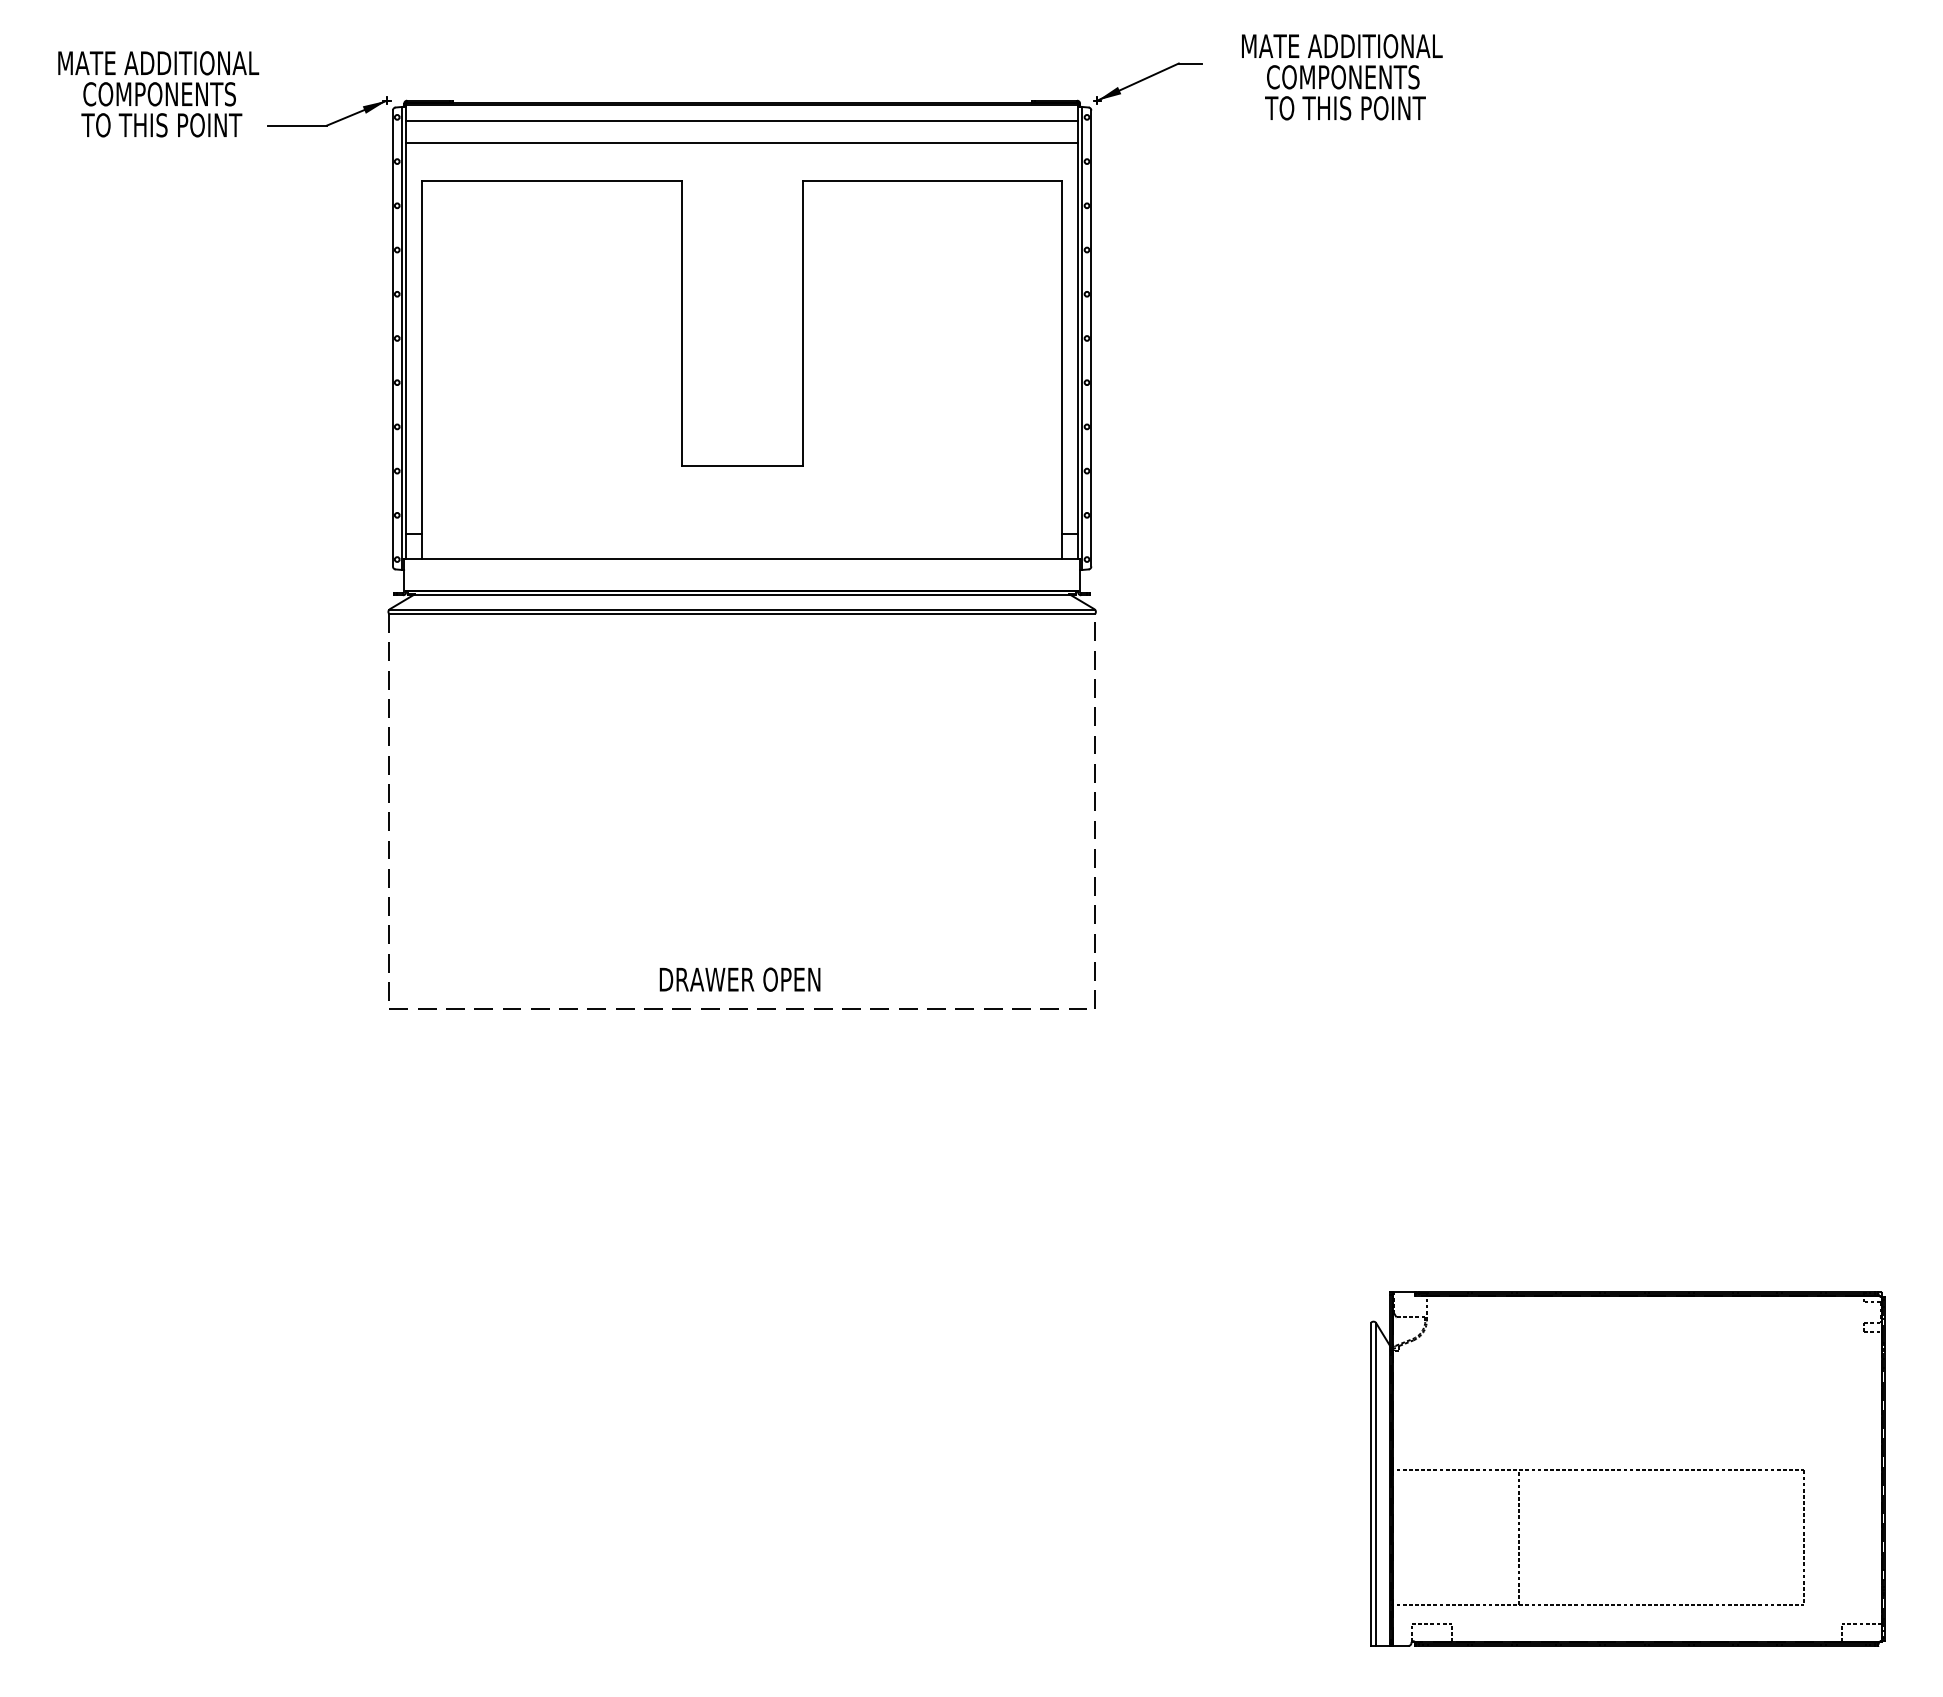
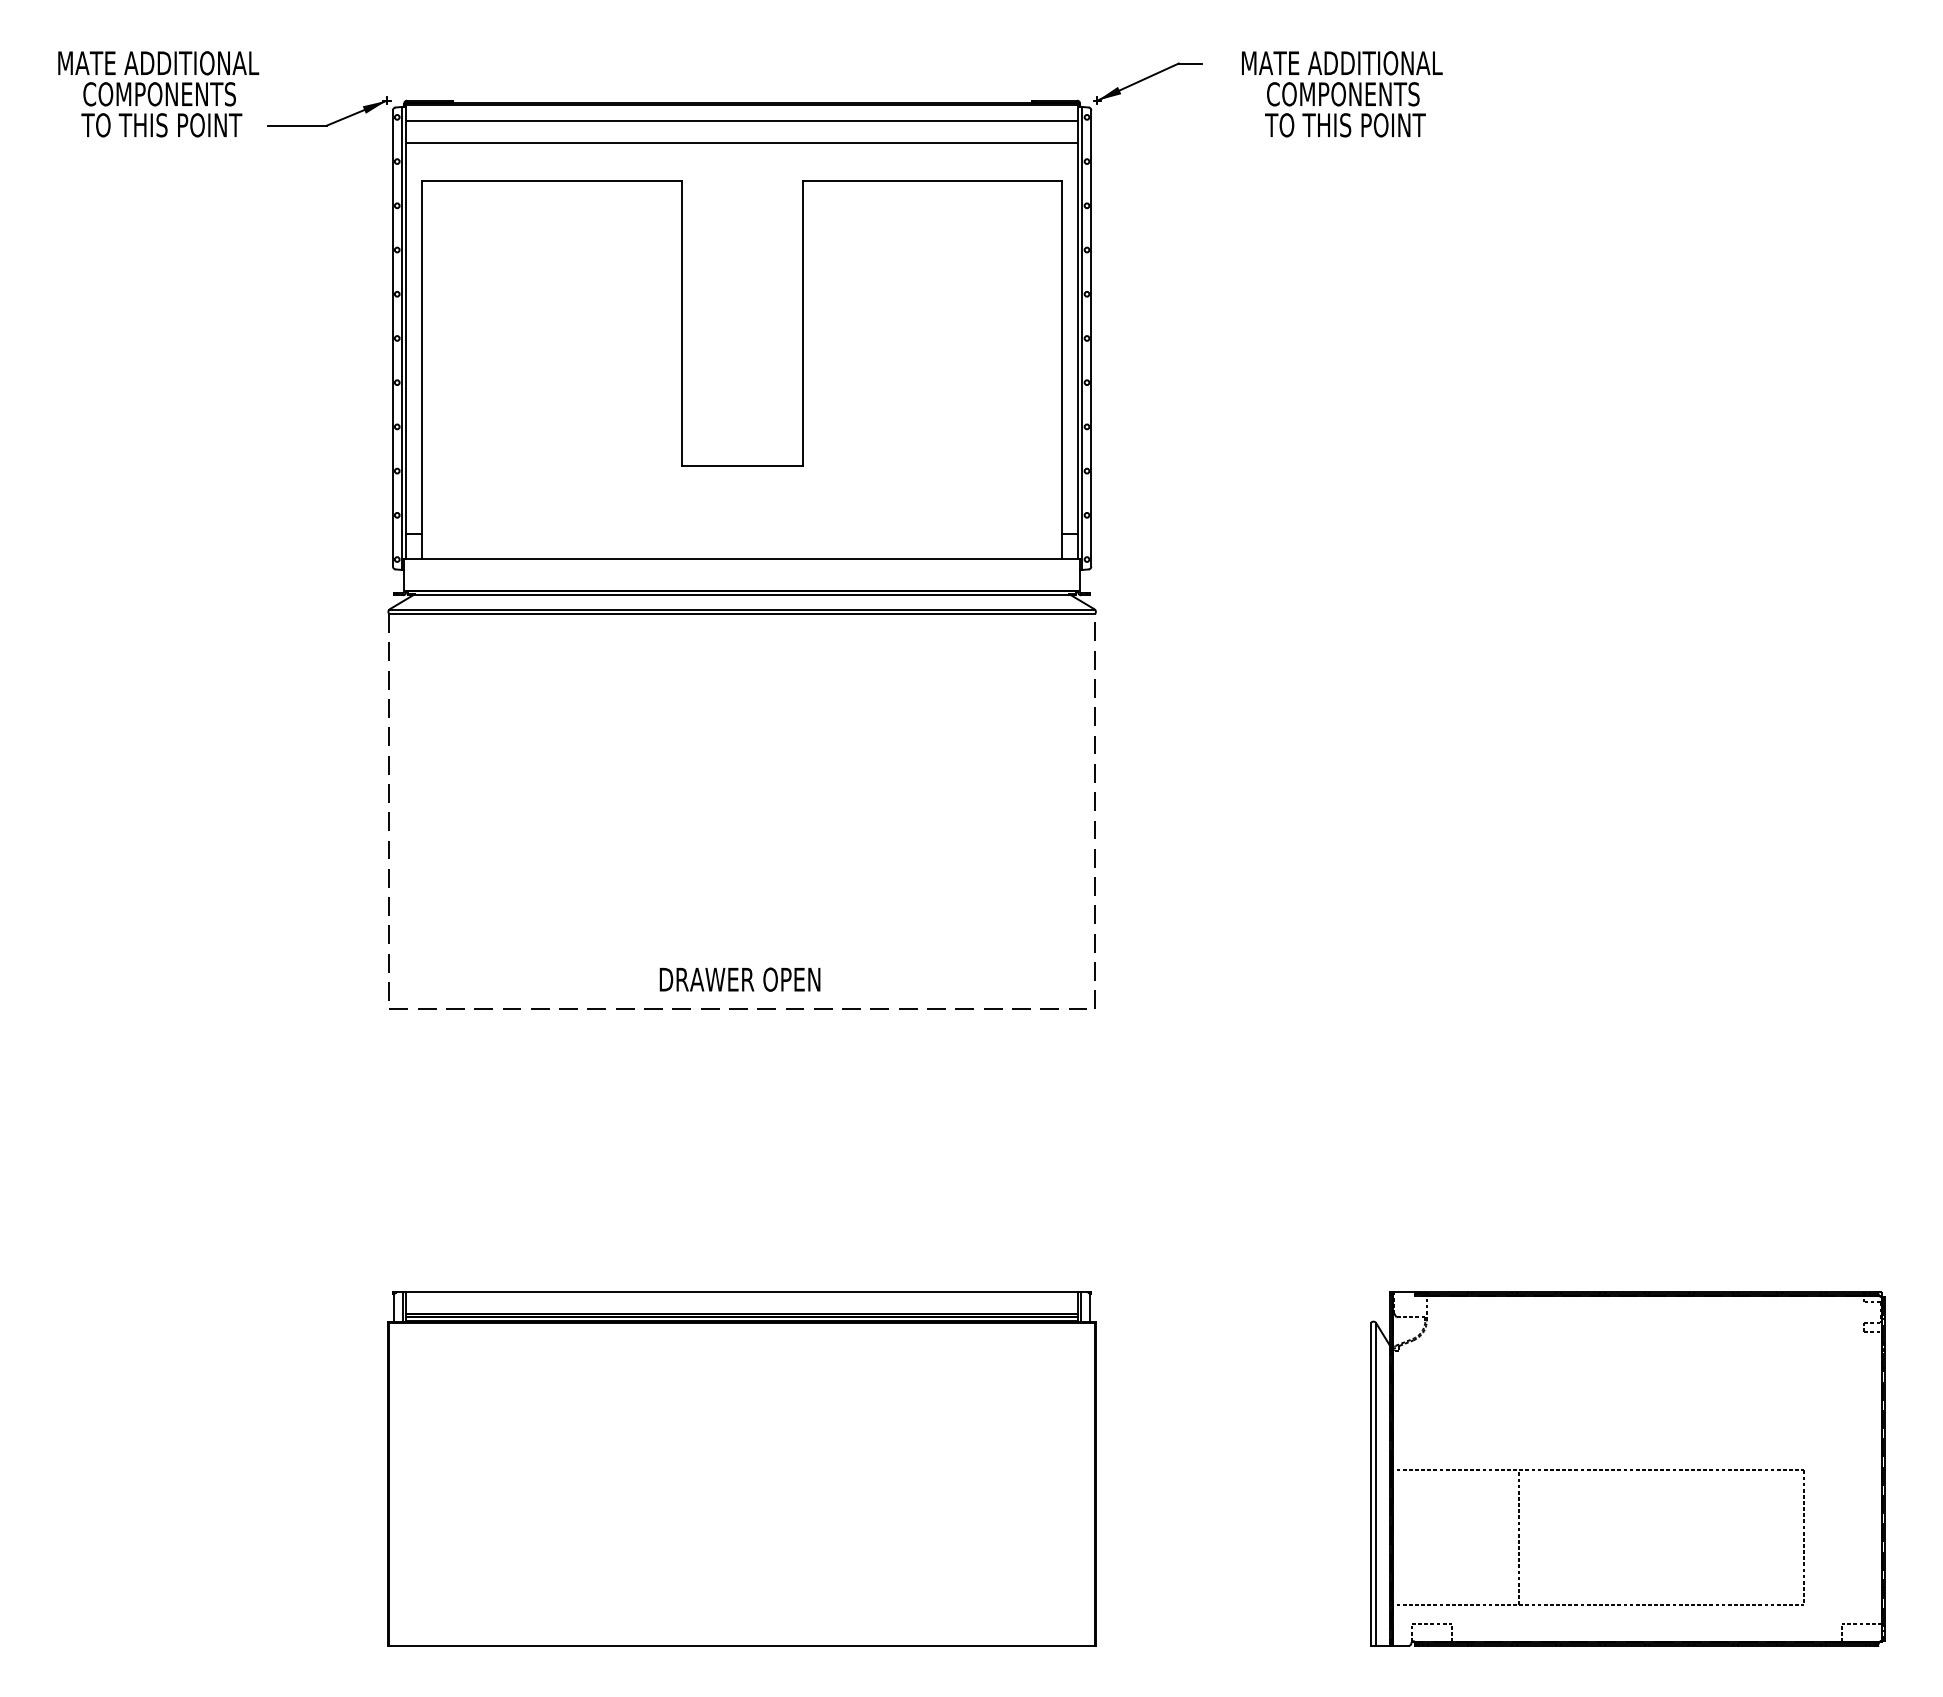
text at (1342, 77) position: (1342, 77) -> (1342, 94)
part at (741, 1468): none -> present
